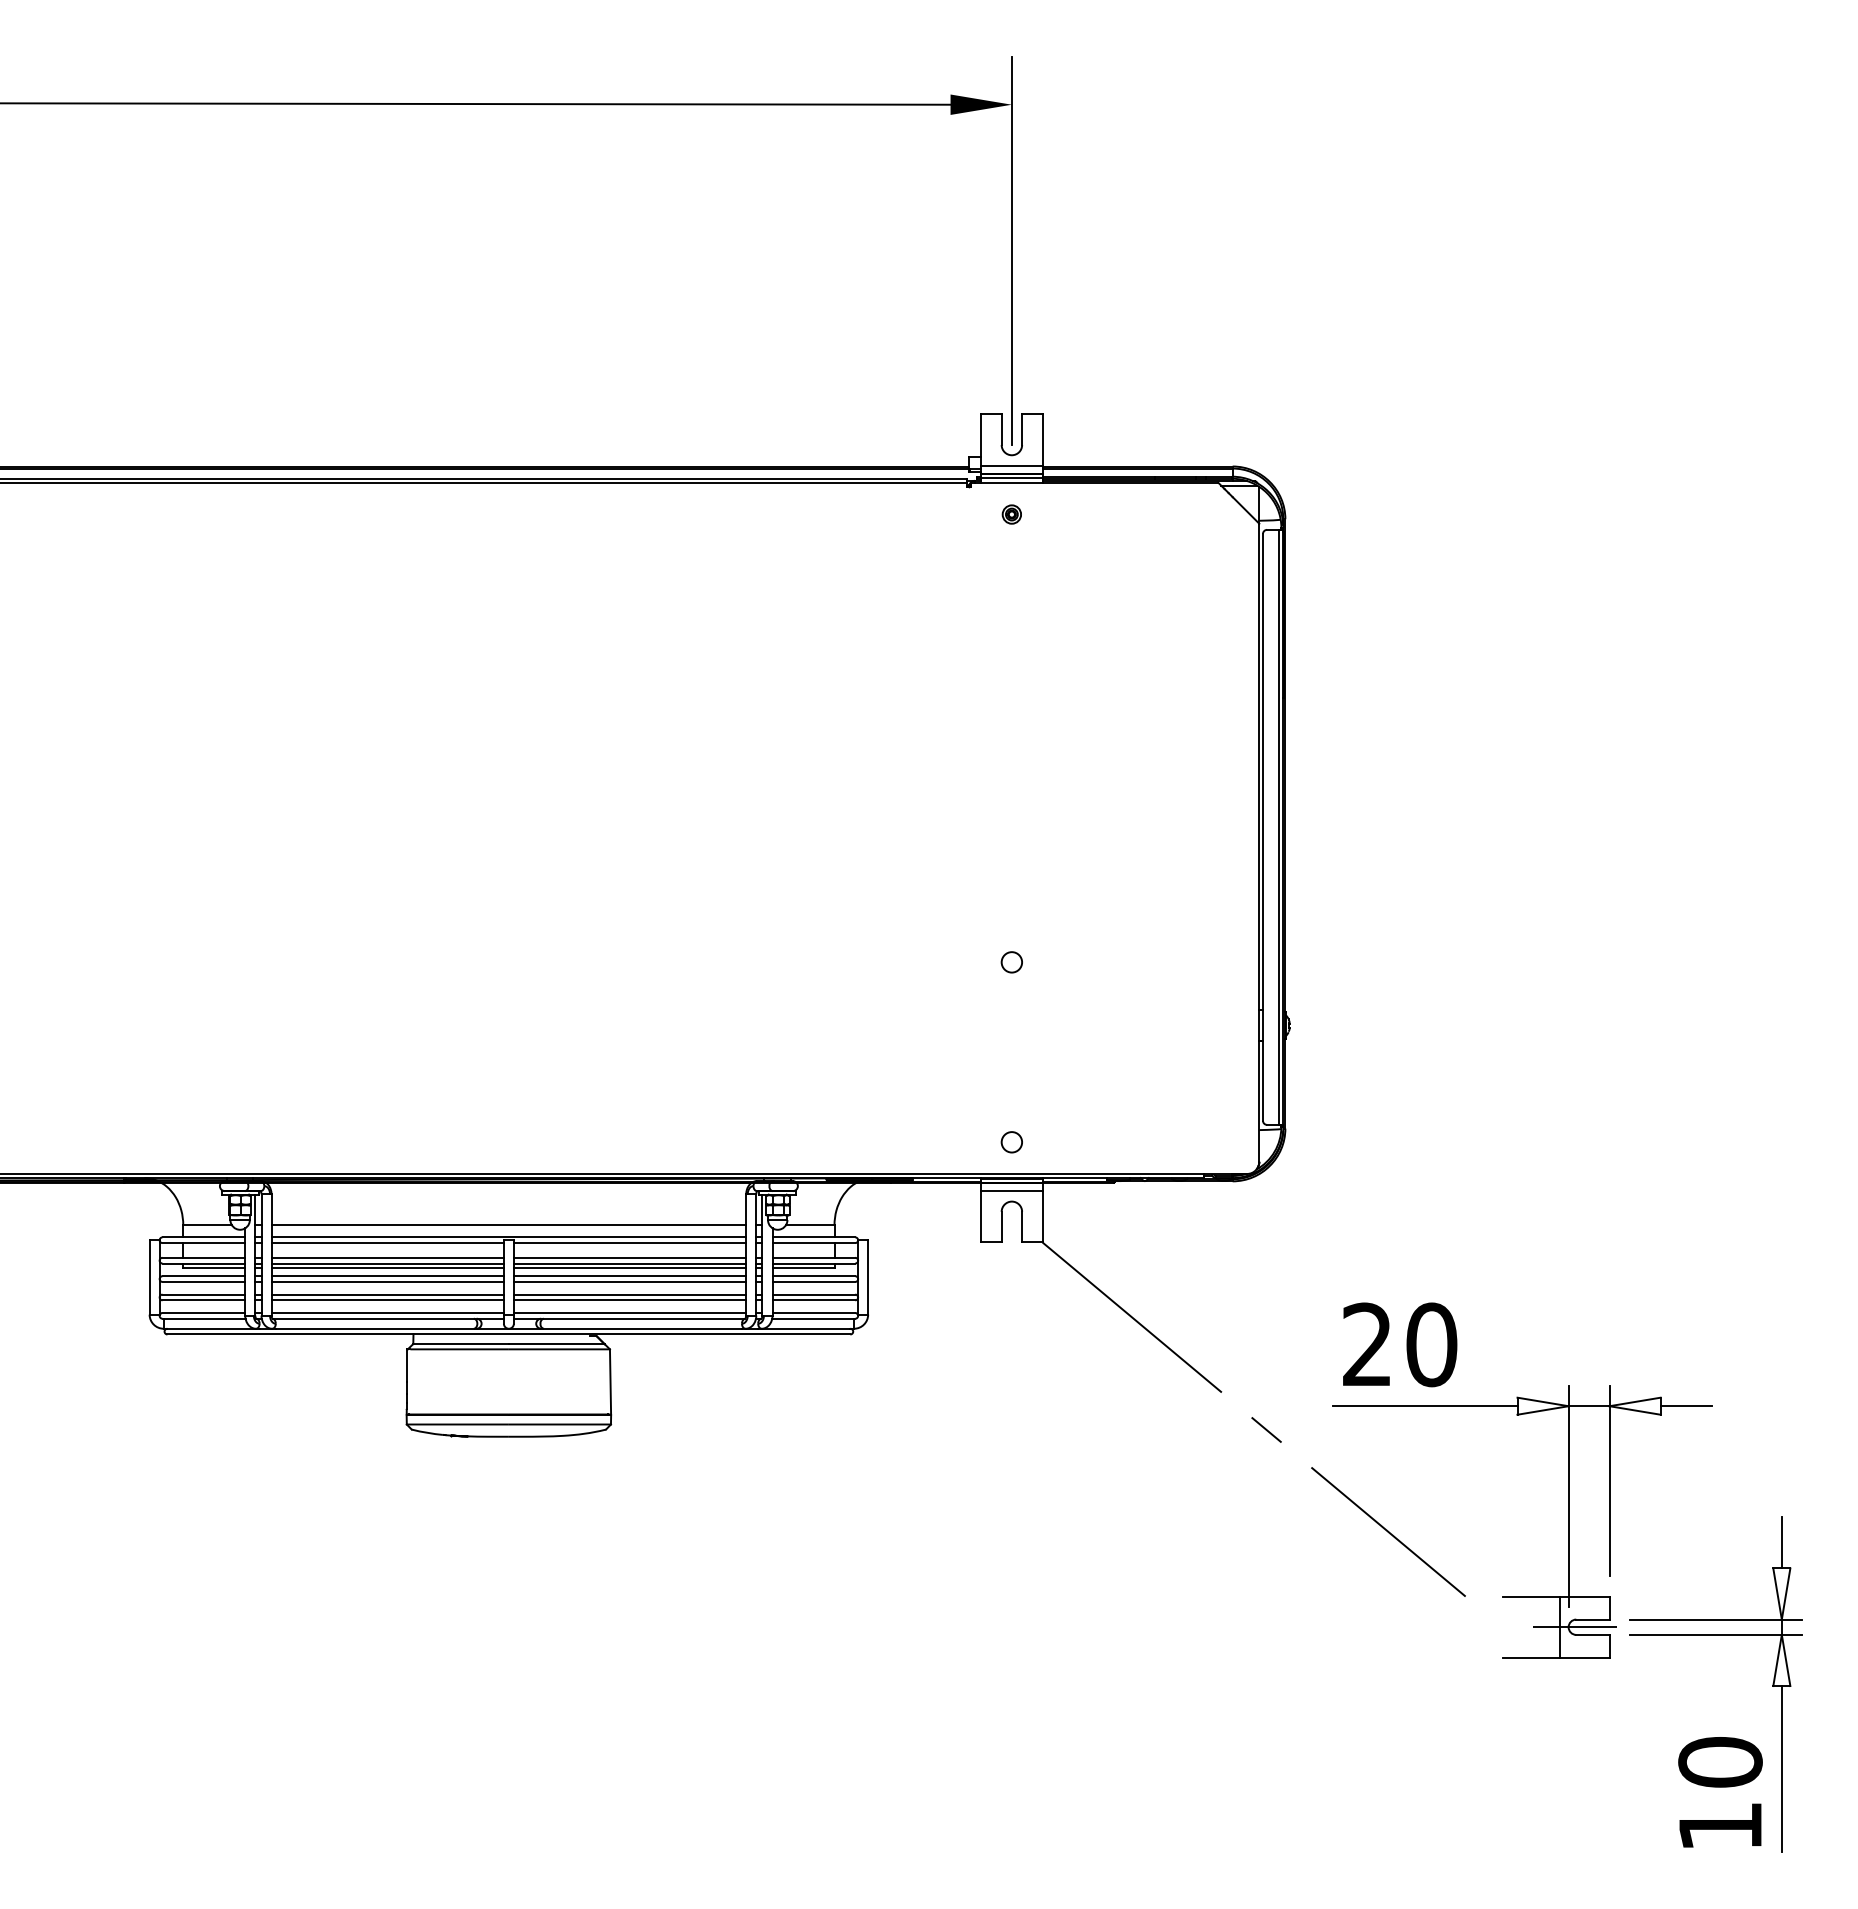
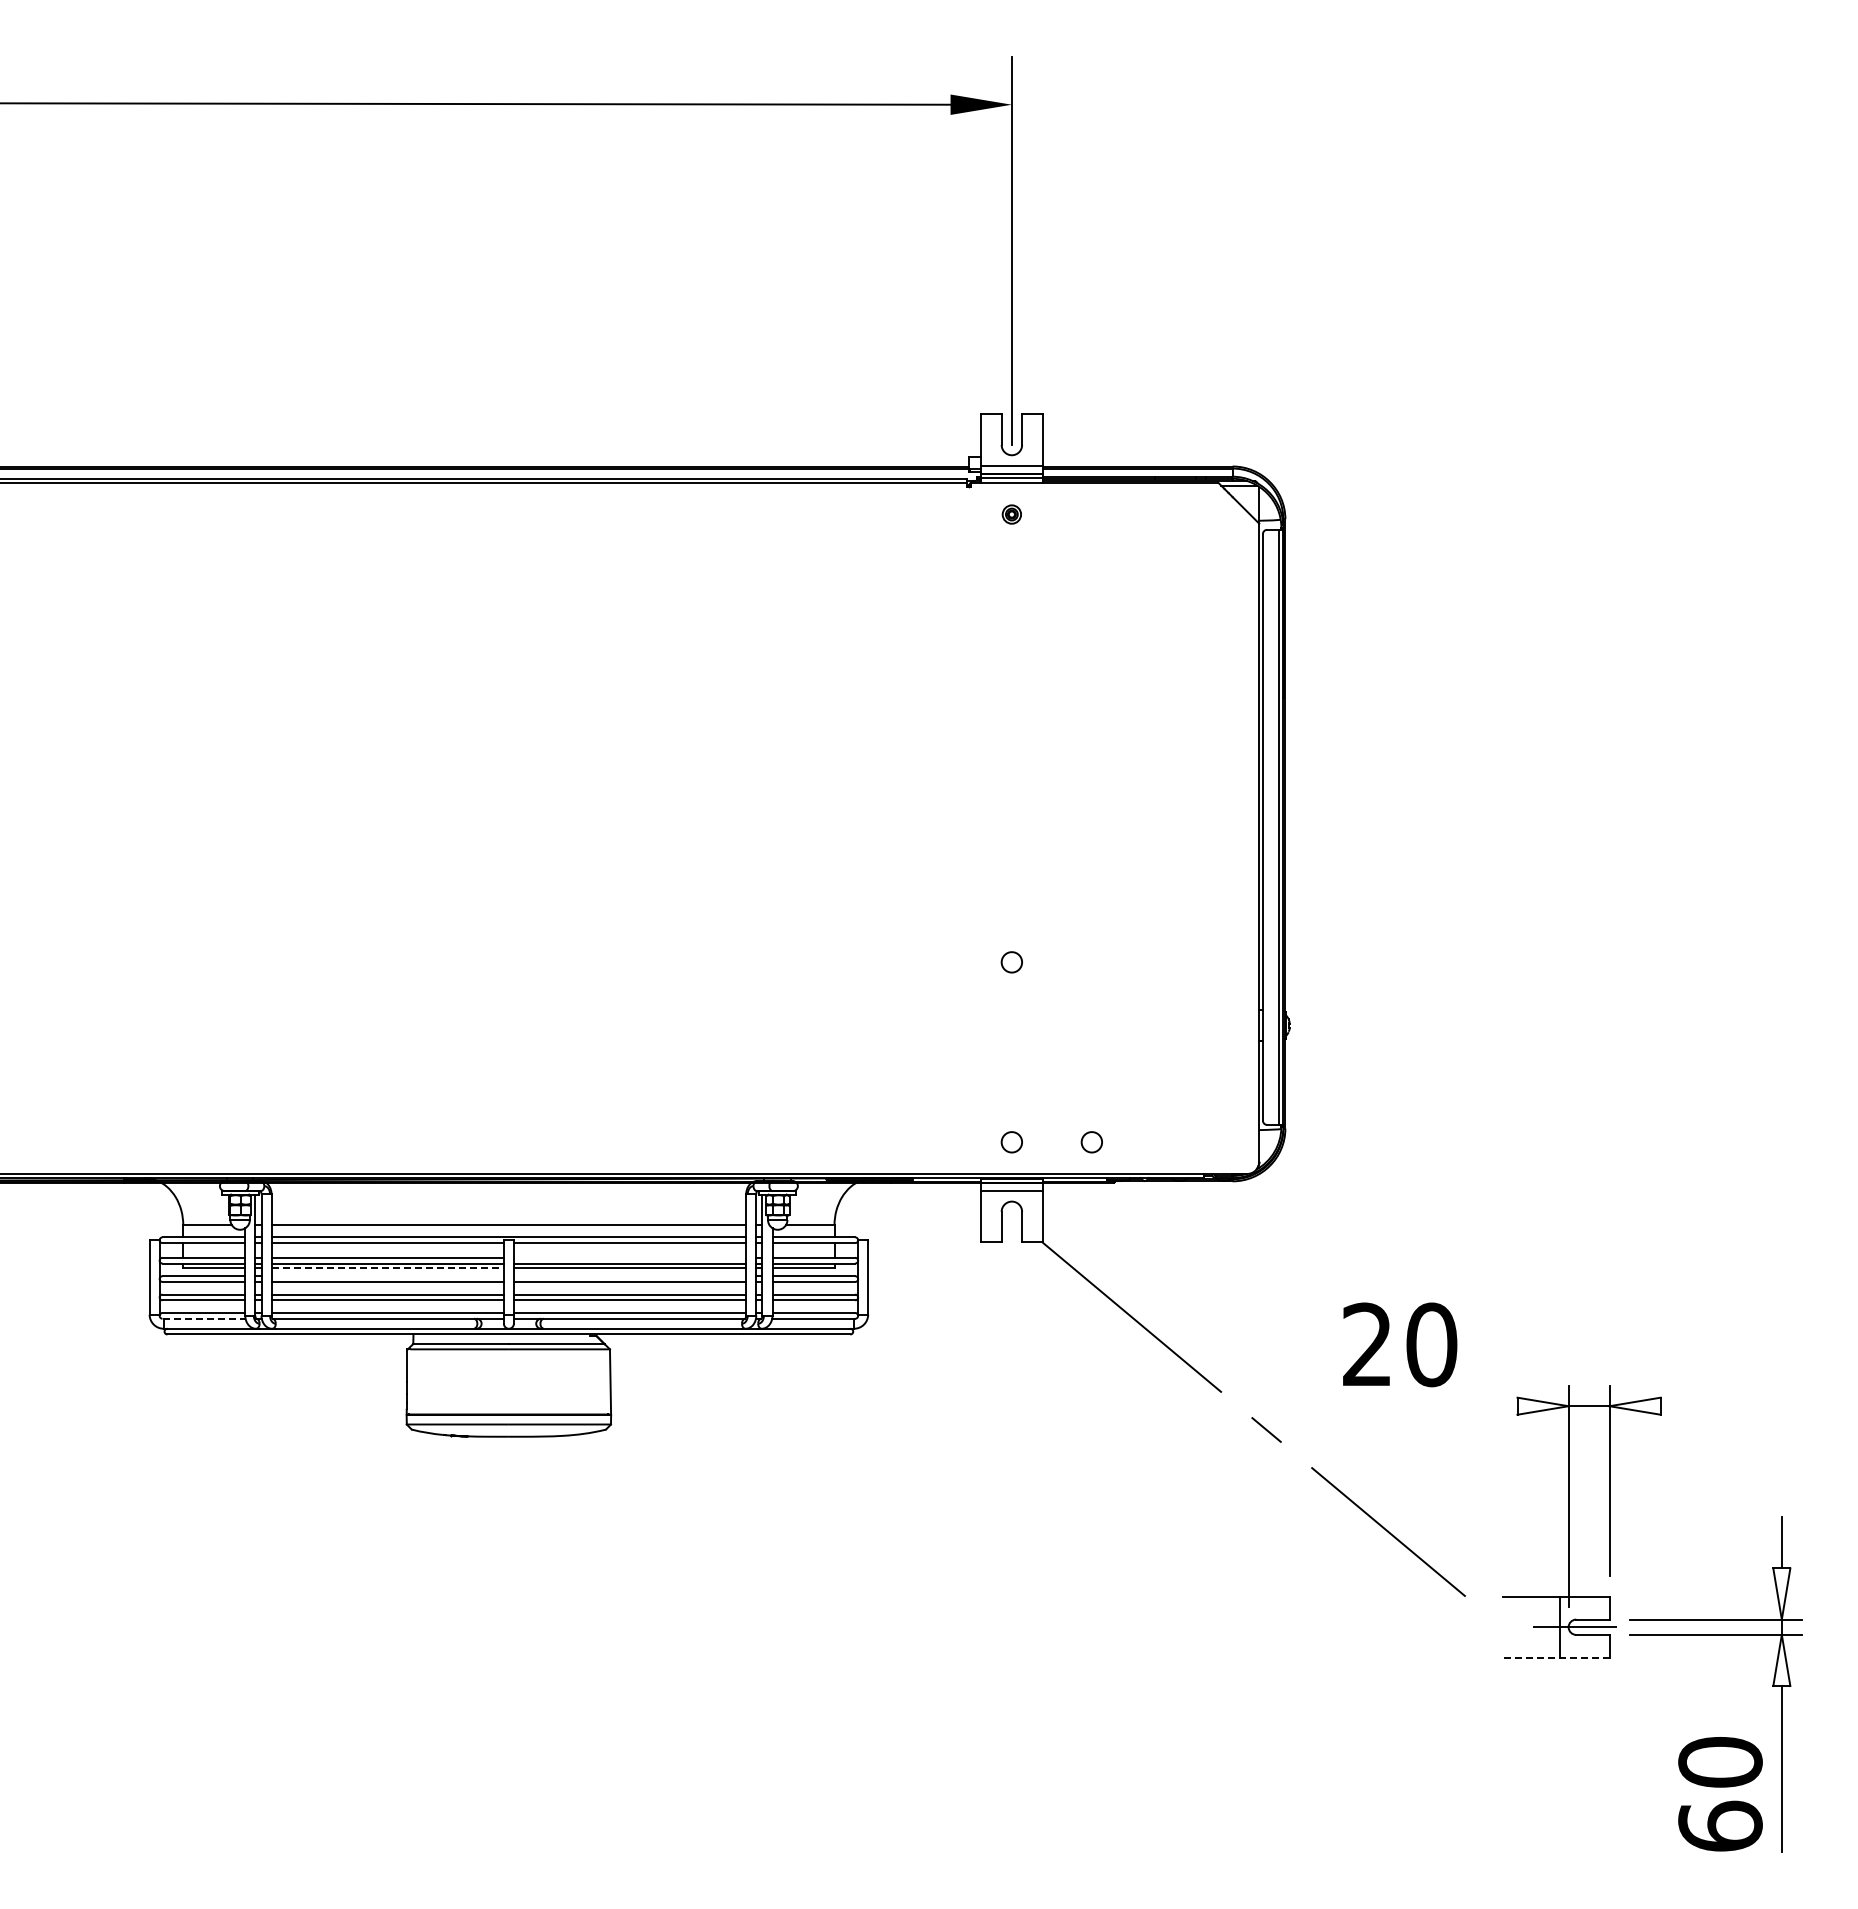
circle at (1091, 1142): none -> present
line at (629, 1257): present -> none
line at (388, 1268): solid -> dashed
line at (387, 1276): present -> none
line at (629, 1276): present -> none
line at (204, 1318): solid -> dashed
line at (1425, 1406): present -> none
line at (1685, 1406): present -> none
line at (1555, 1657): solid -> dashed
text at (1720, 1825): 10 -> 60
